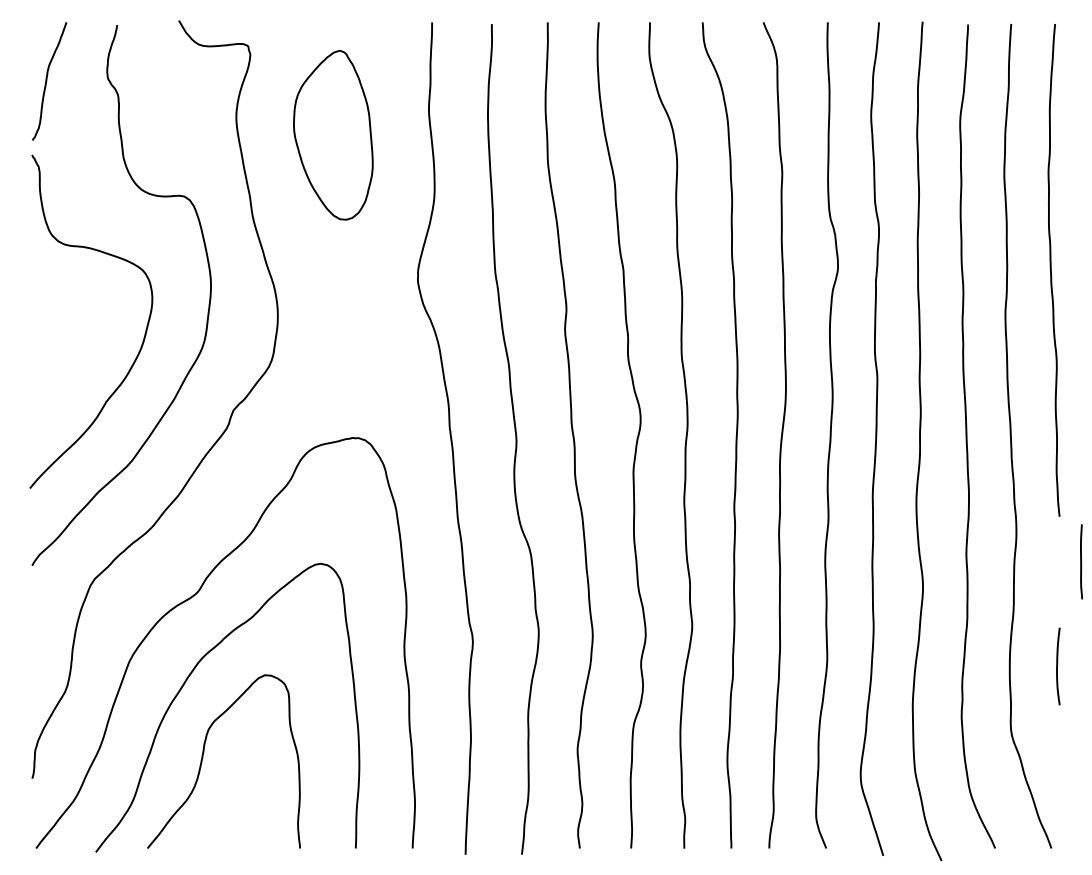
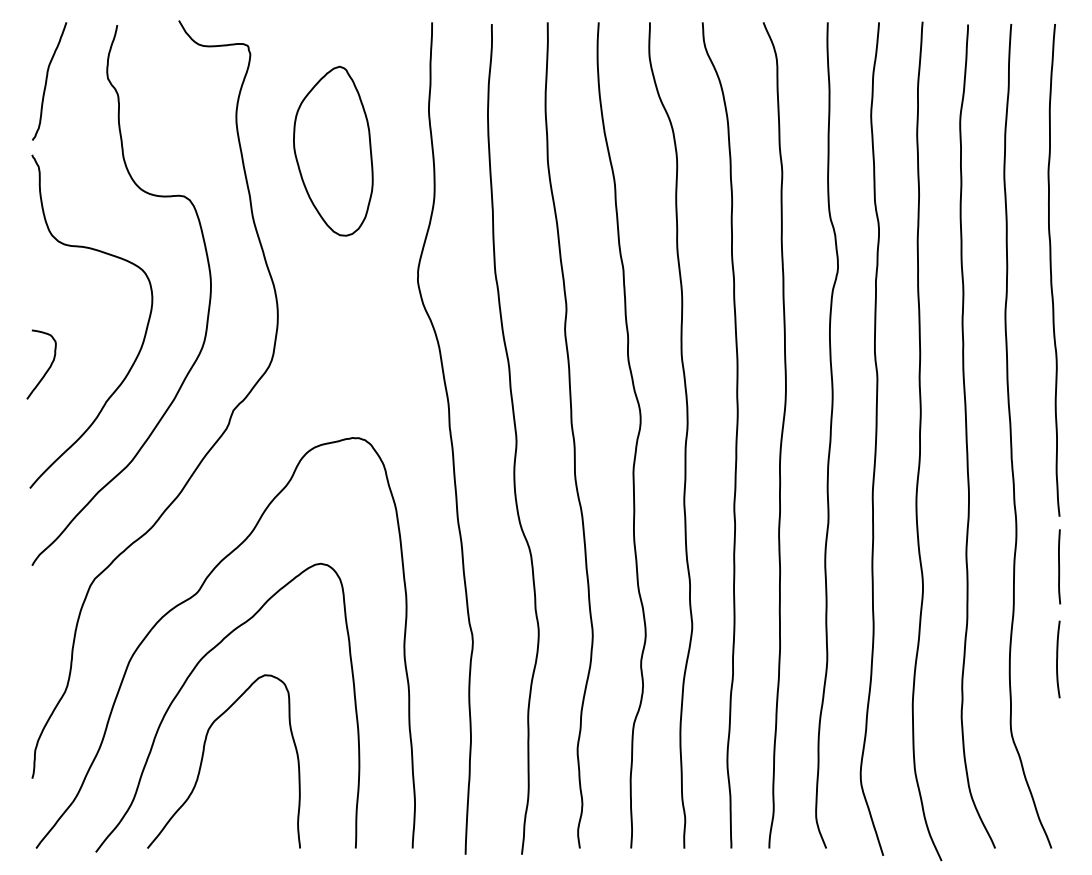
part at (333, 134) position: (333, 134) -> (333, 150)
curve at (48, 367): none -> present
curve at (1081, 561) position: (1081, 561) -> (1059, 566)
curve at (1057, 666) position: (1057, 666) -> (1057, 659)
